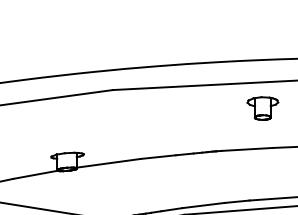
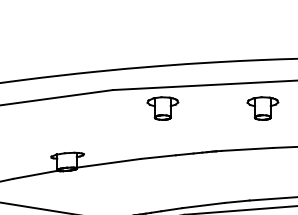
part at (162, 108): none -> present
